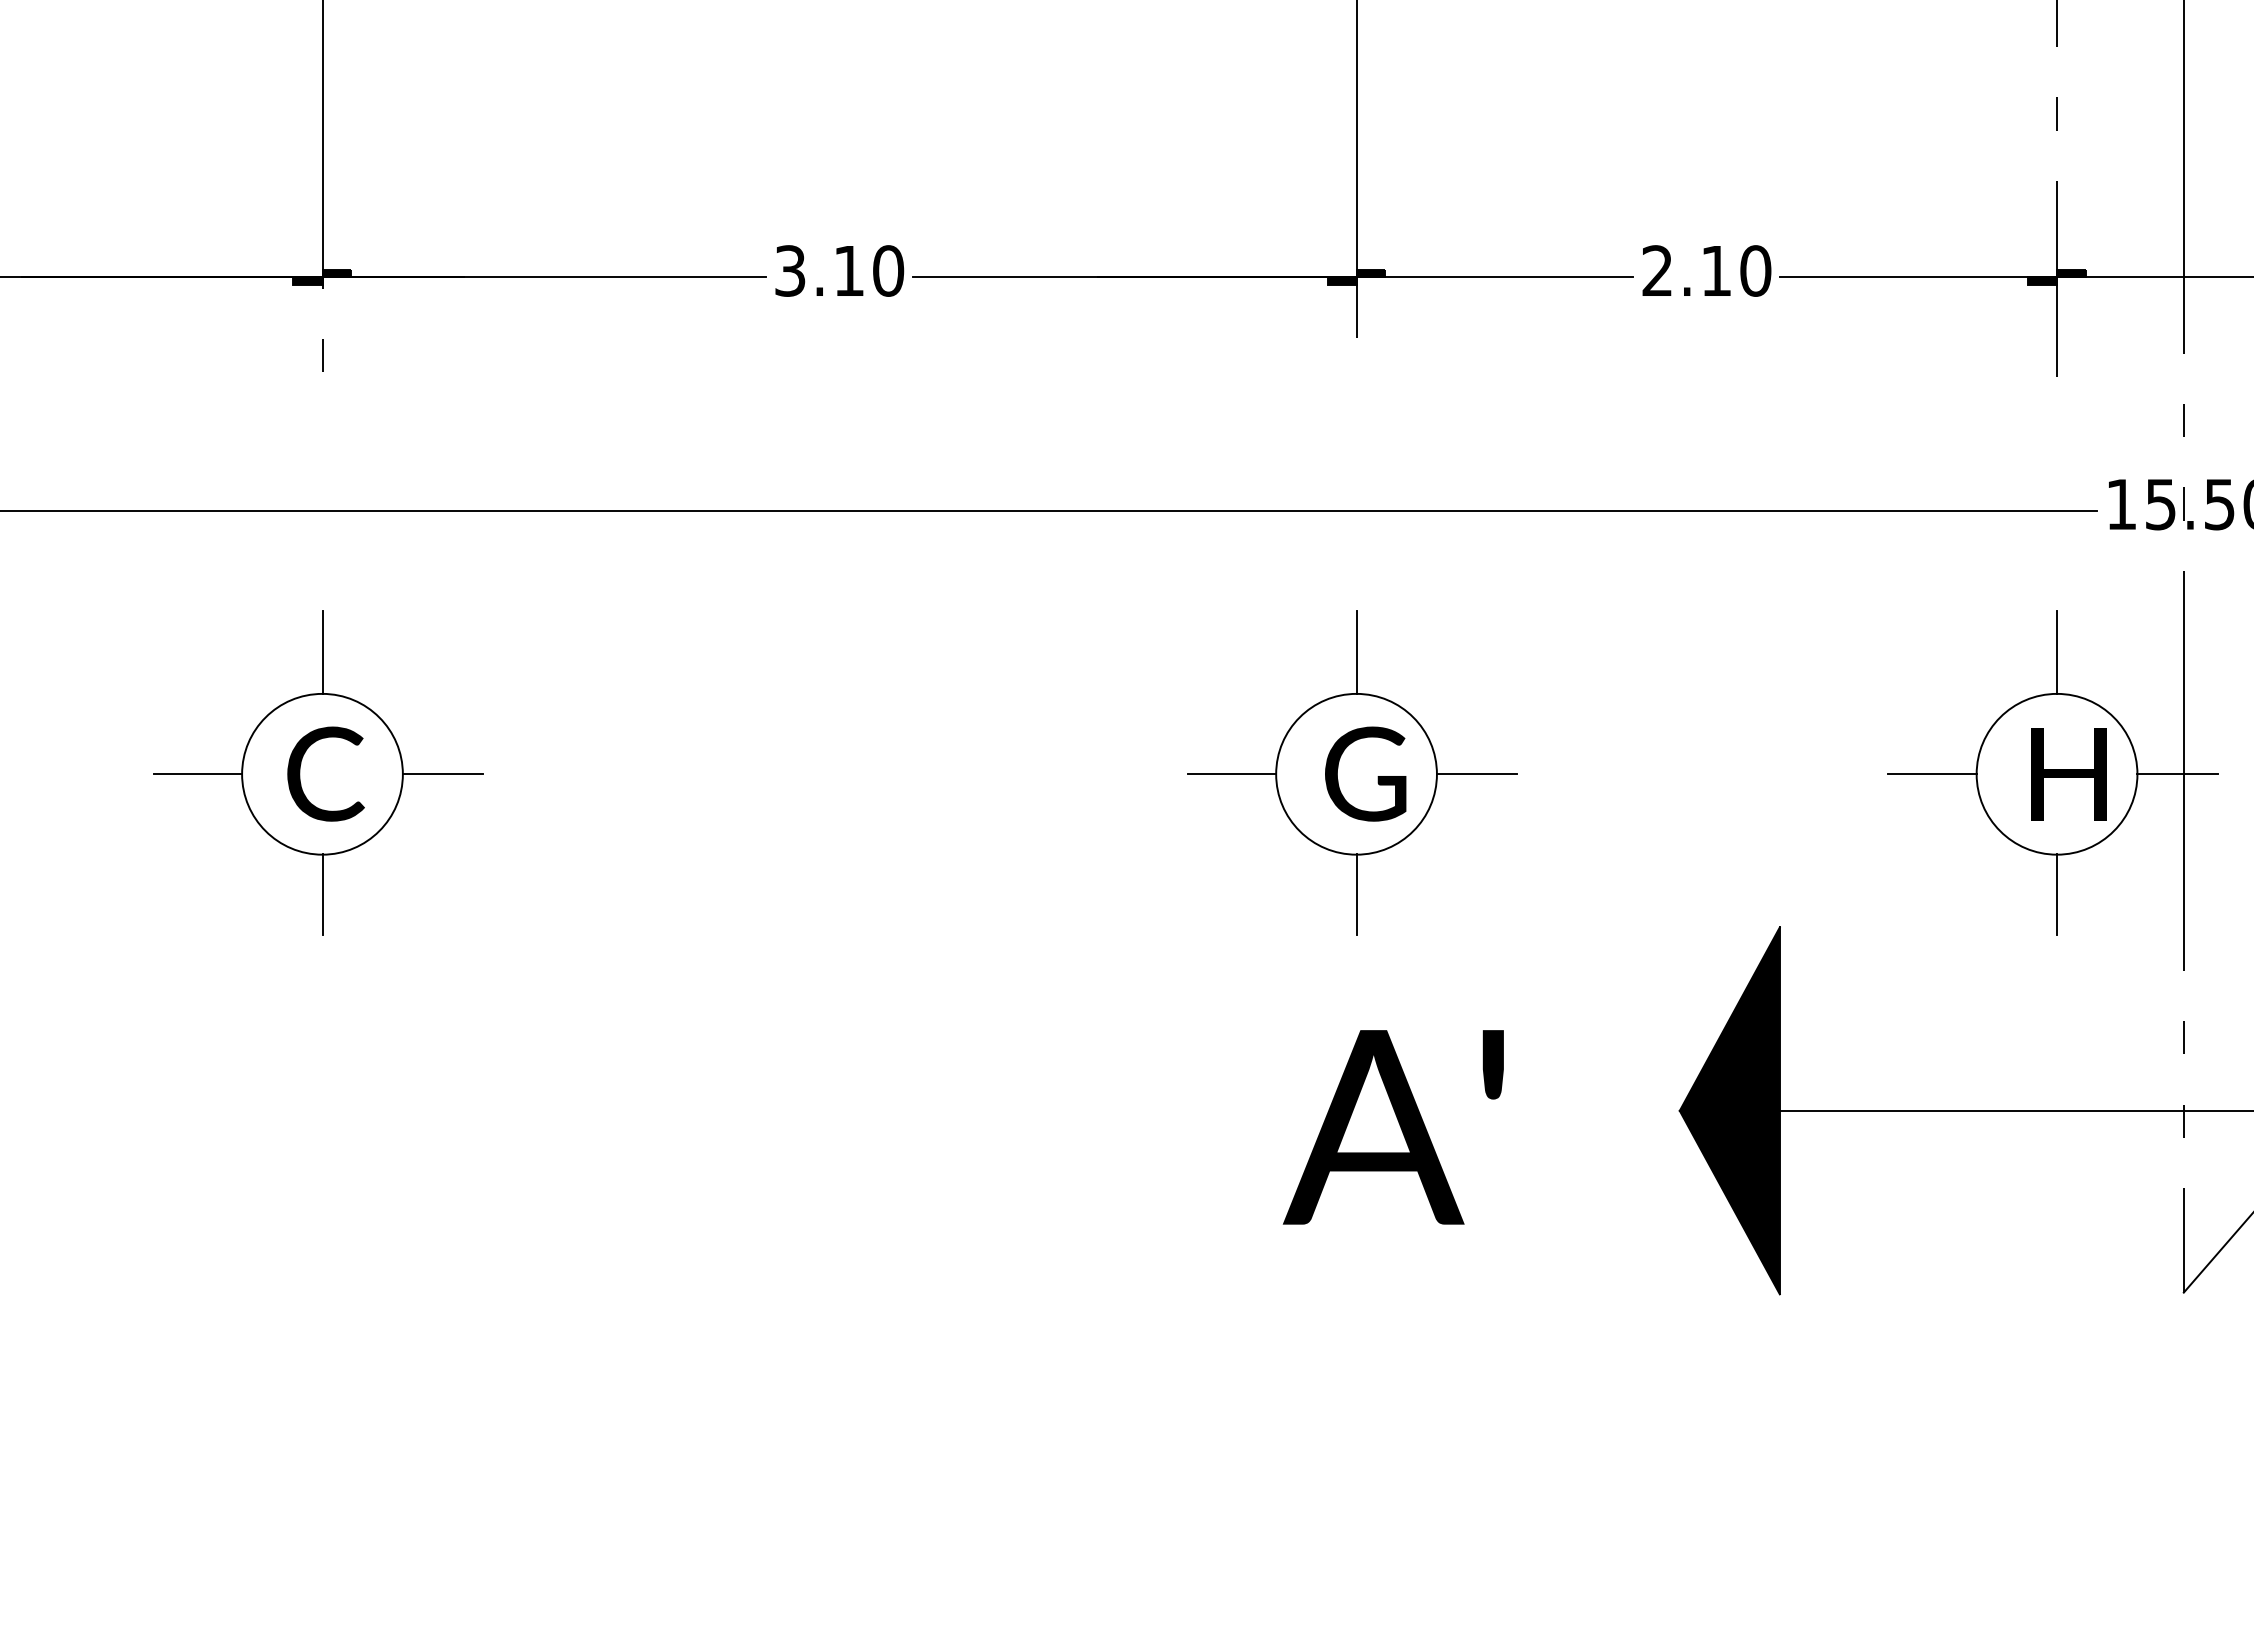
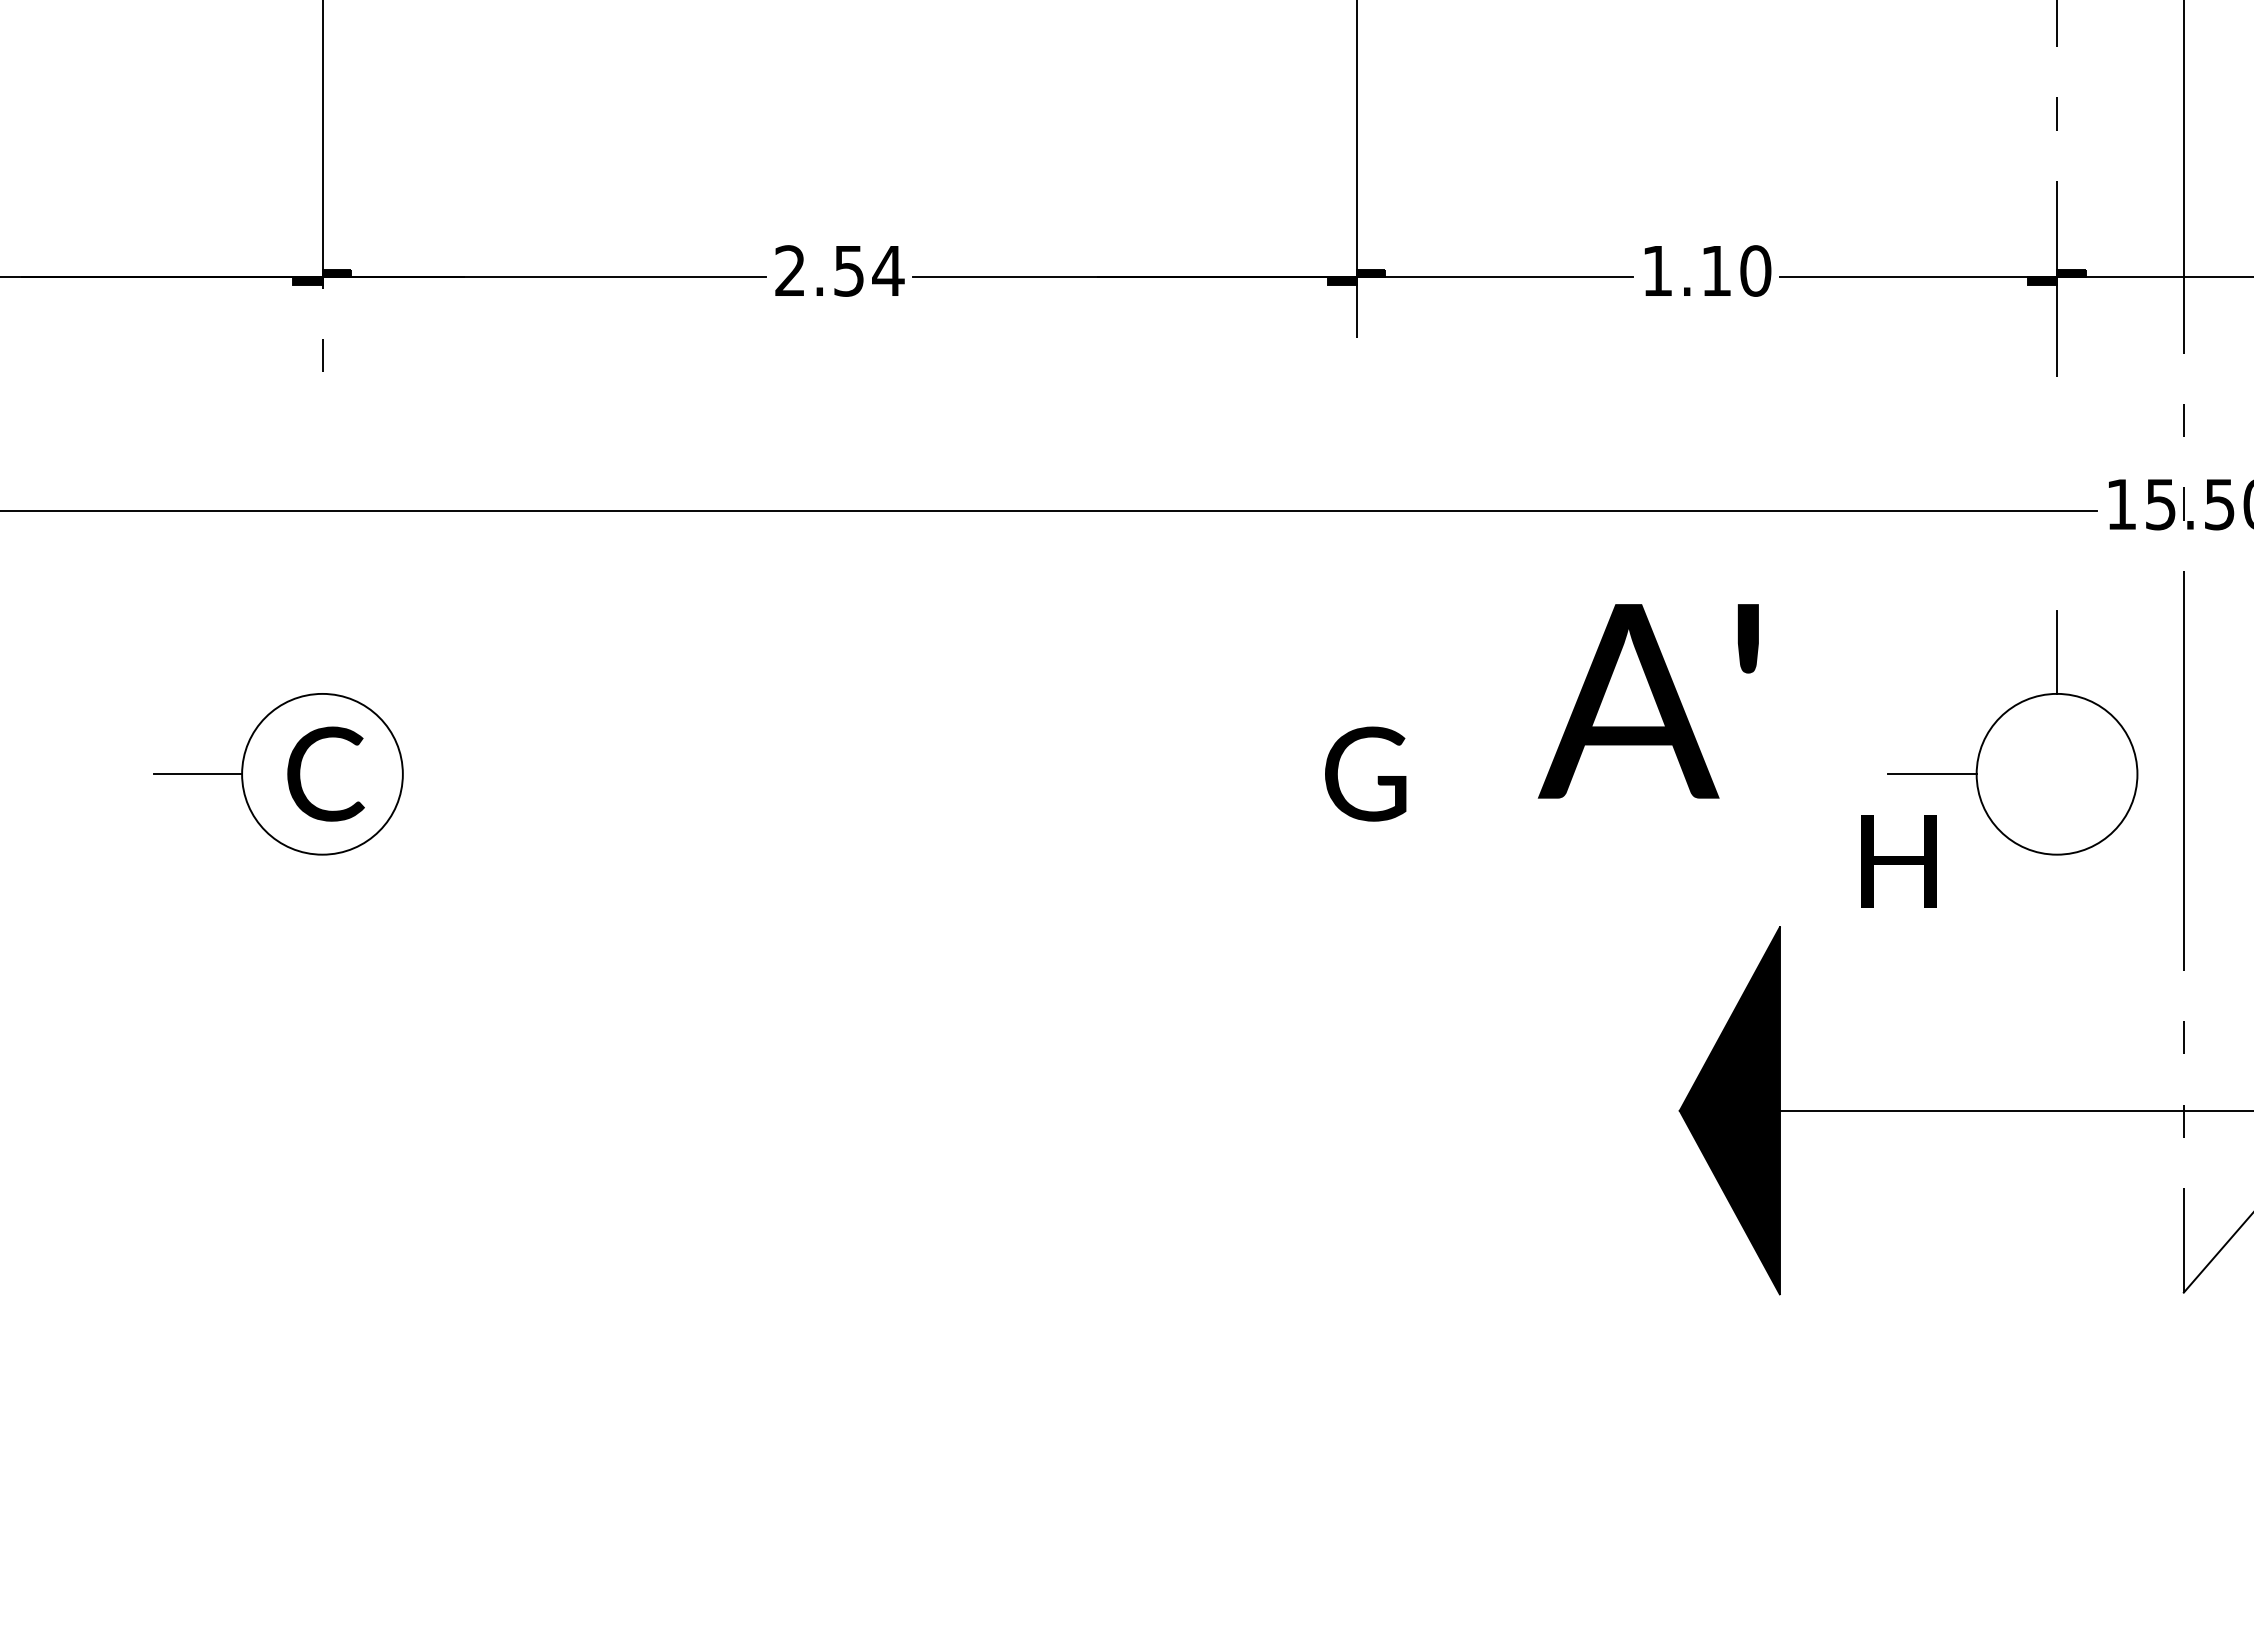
text at (839, 270): 3.10 -> 2.54
text at (1656, 270): 2.10 -> 1.10
line at (322, 651): present -> none
part at (1352, 772): present -> none
line at (442, 774): present -> none
text at (2068, 774) position: (2068, 774) -> (1898, 861)
line at (2177, 774): present -> none
line at (322, 894): present -> none
line at (2057, 894): present -> none
text at (1392, 1127) position: (1392, 1127) -> (1647, 701)
